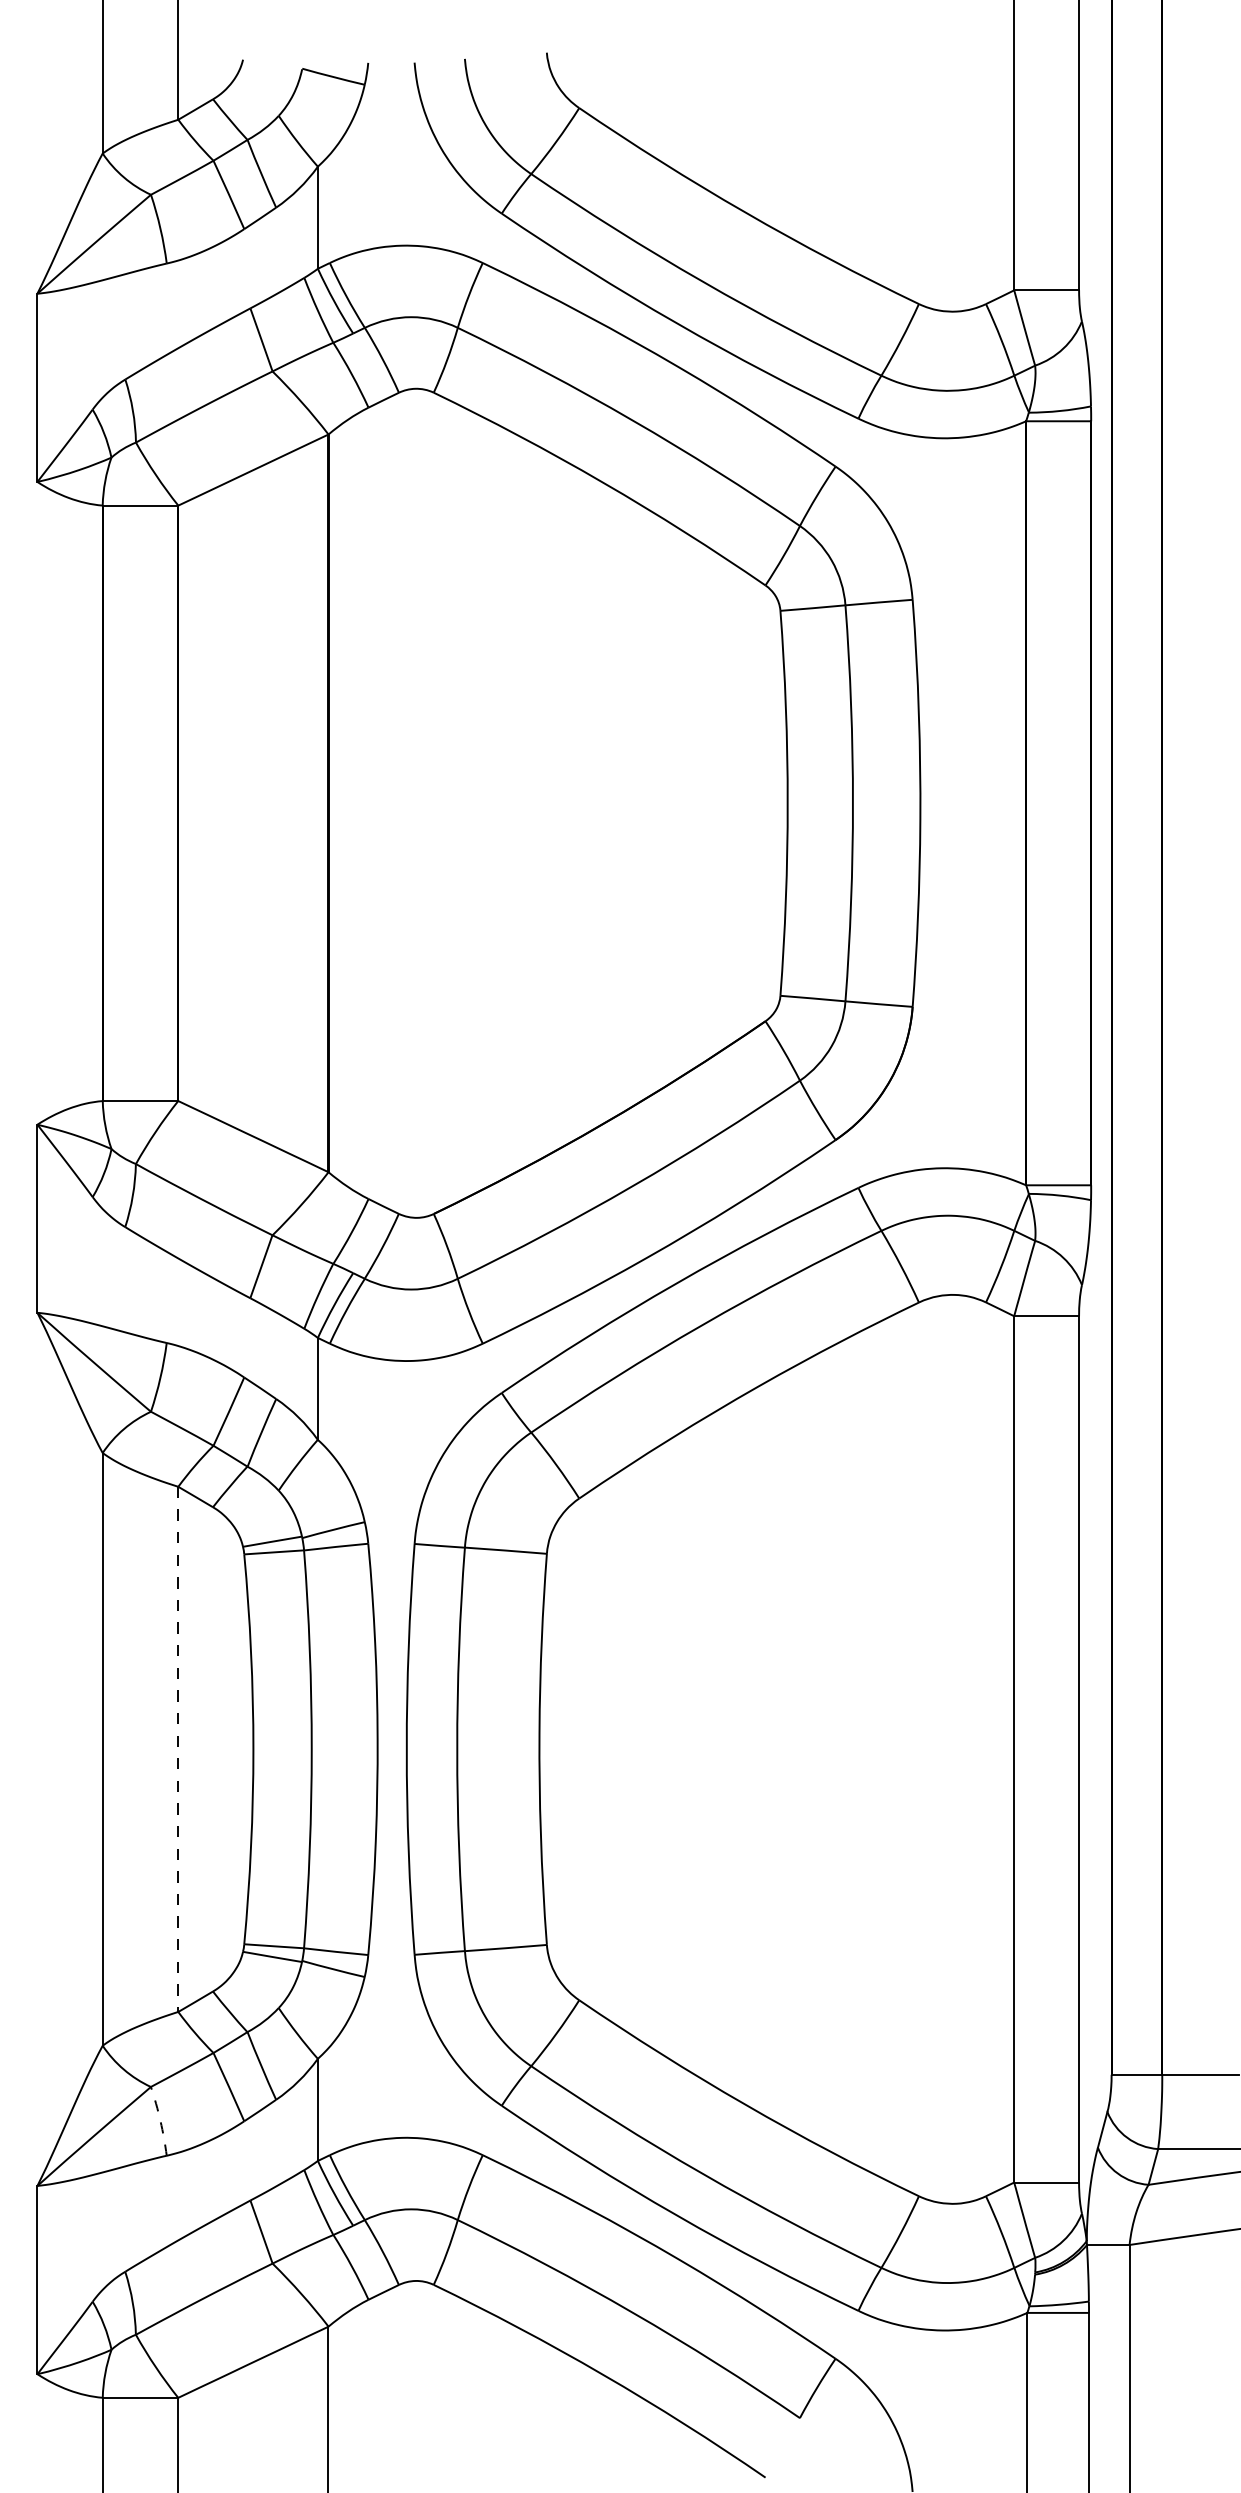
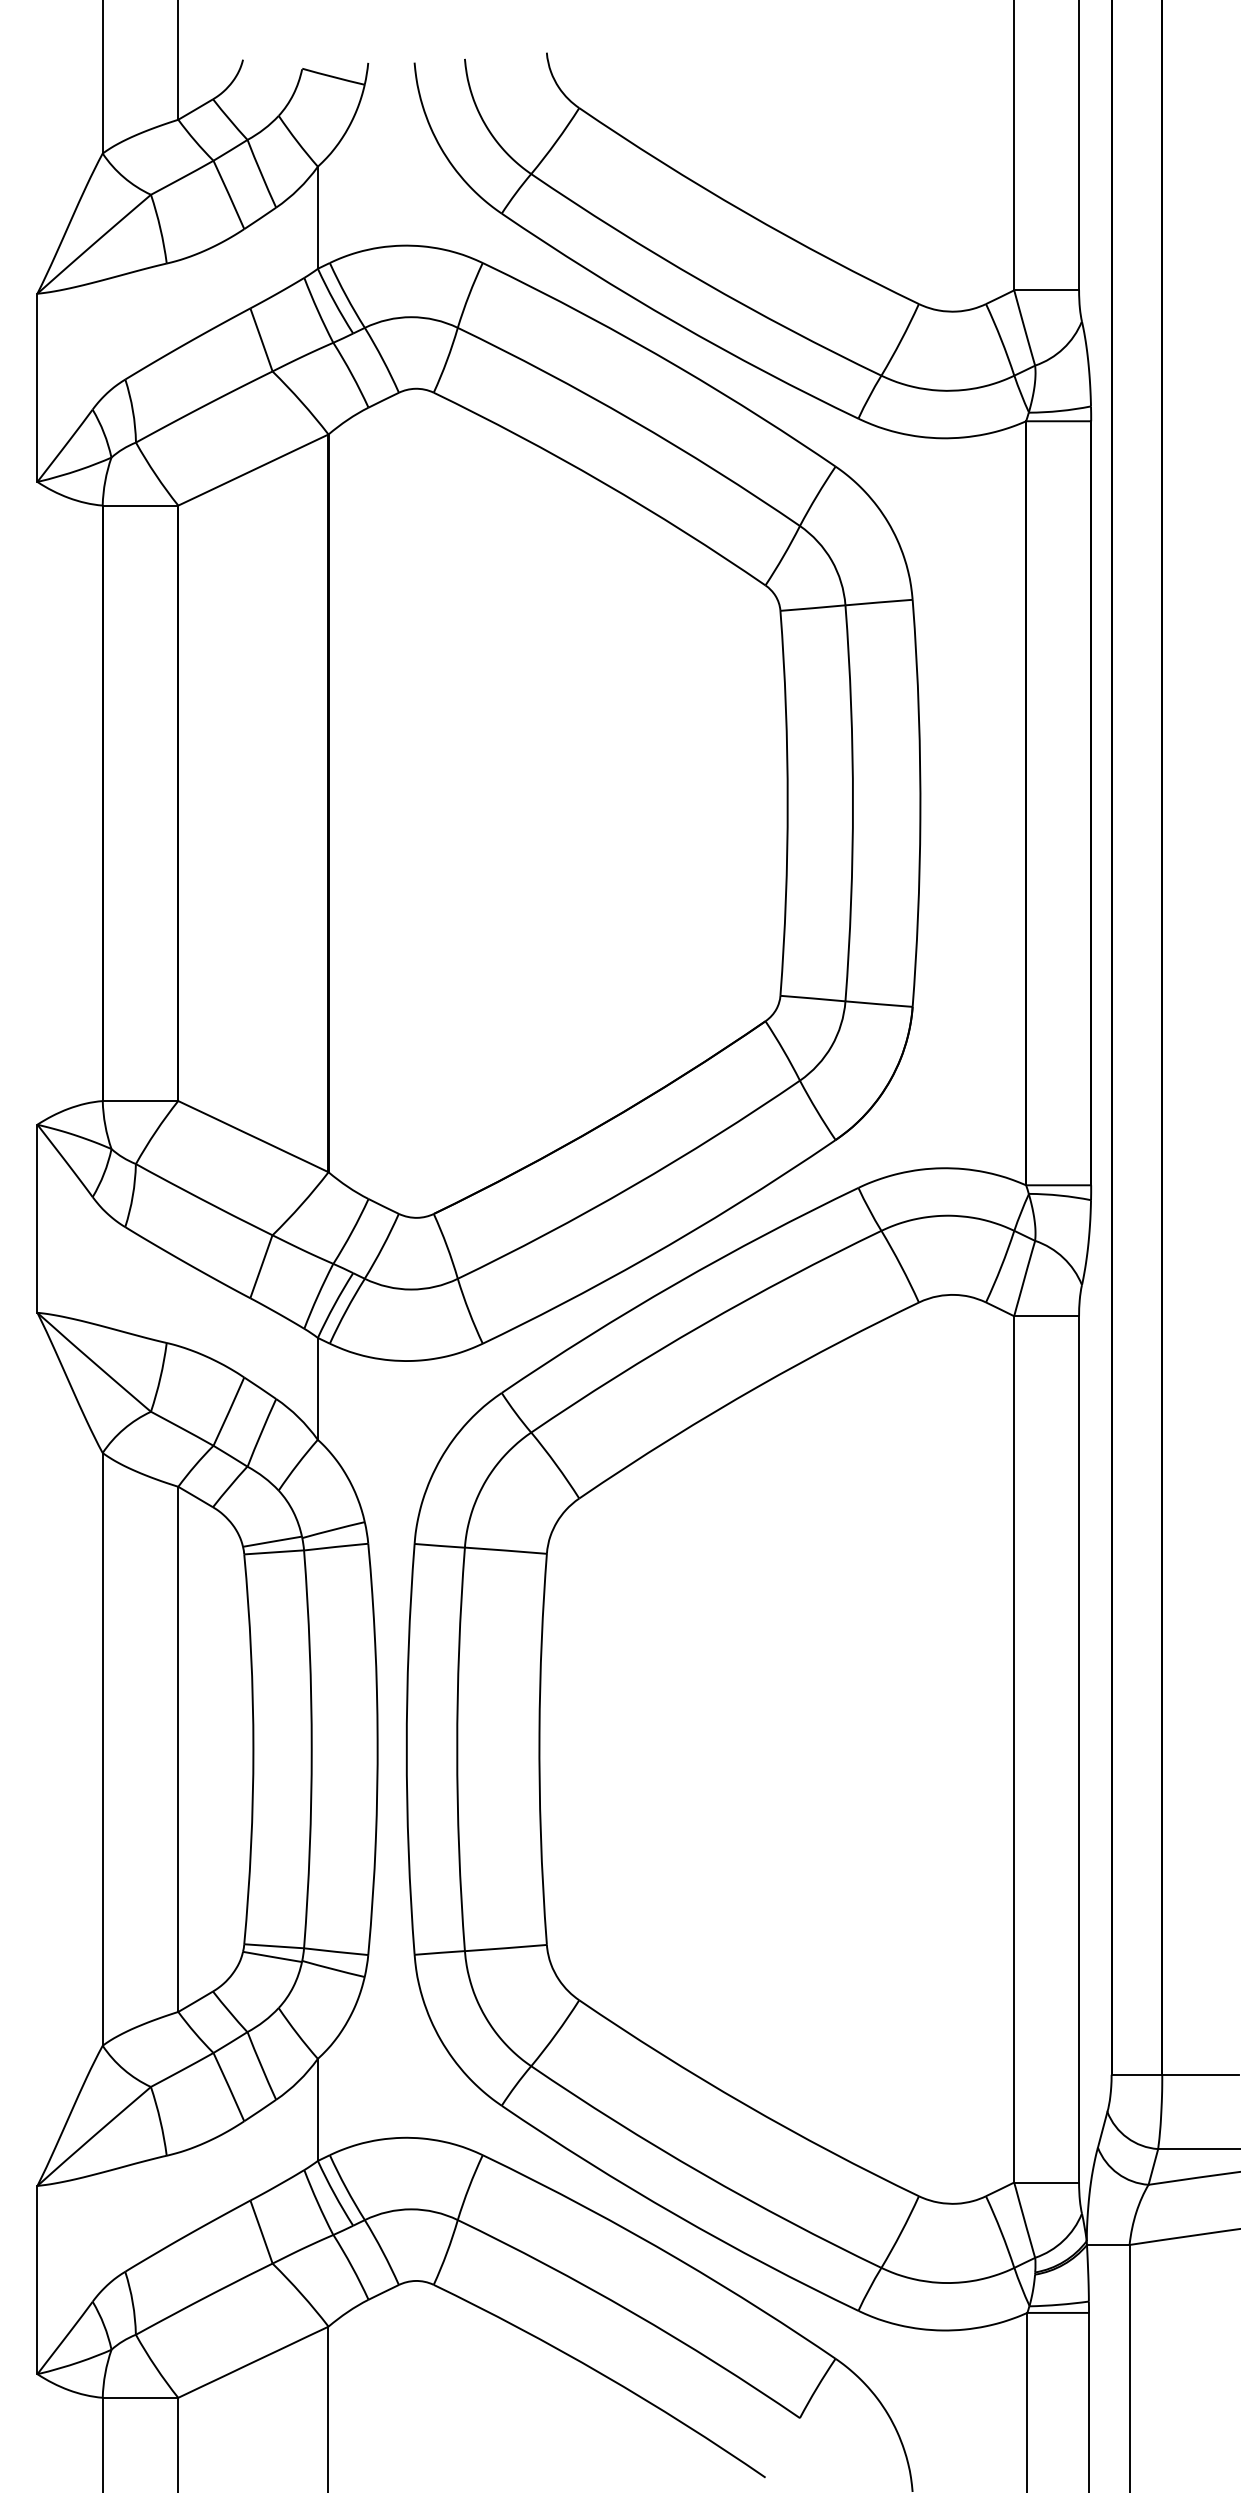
line at (178, 1749): dashed -> solid
arc at (160, 2120): dashed -> solid
